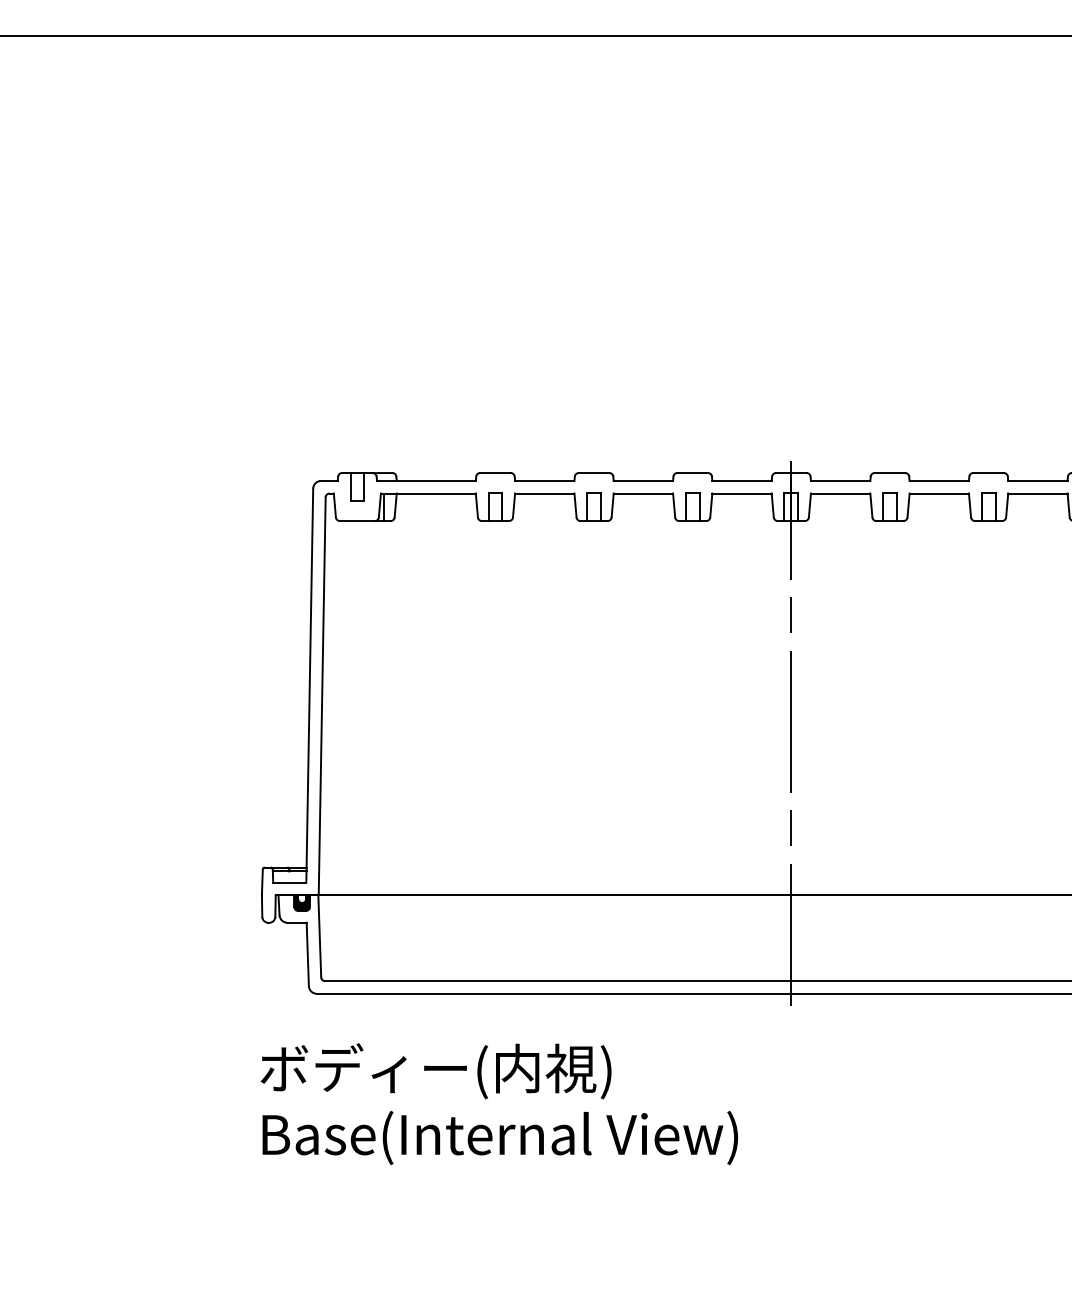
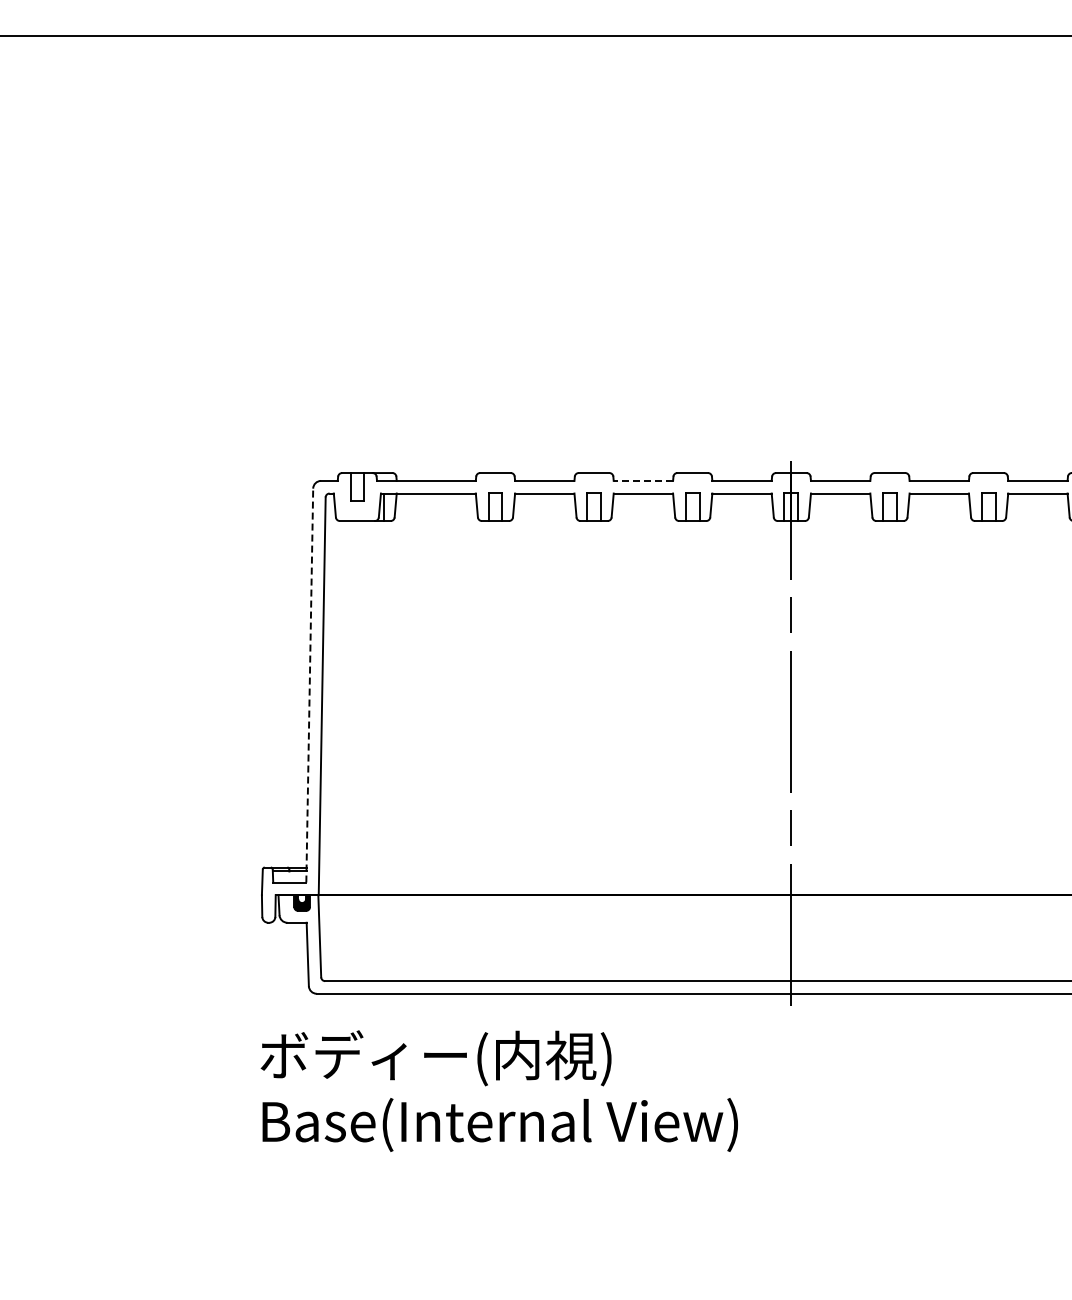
line at (643, 480): solid -> dashed
line at (309, 685): solid -> dashed
text at (498, 1103) position: (498, 1103) -> (498, 1090)
